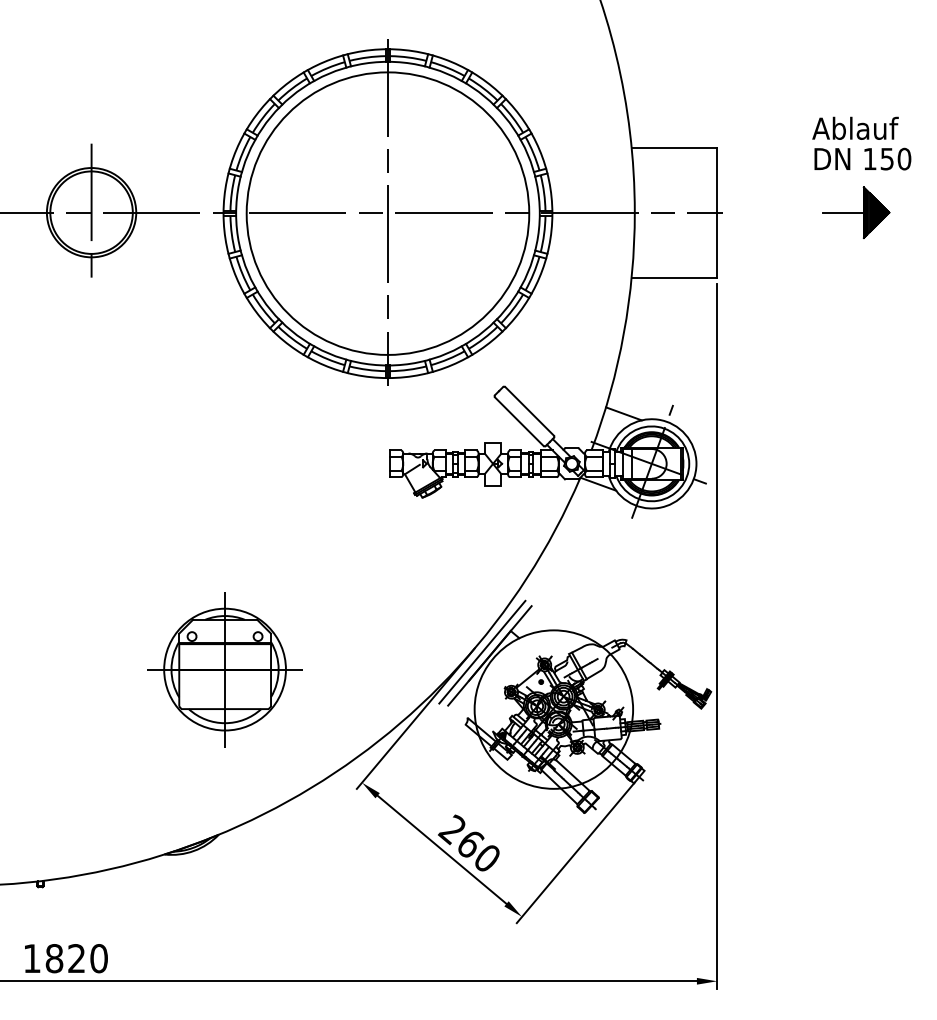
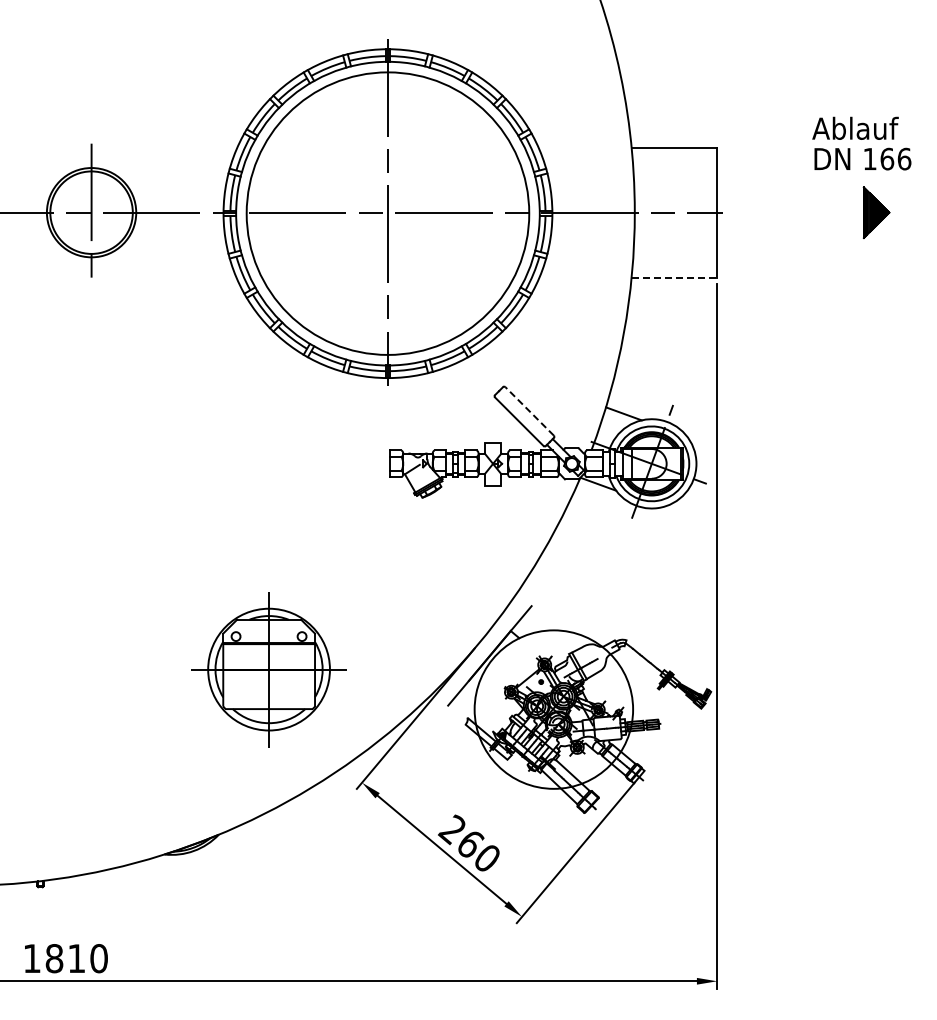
text at (895, 158): 150 -> 166
line at (842, 212): present -> none
line at (674, 277): solid -> dashed
line at (529, 411): solid -> dashed
line at (482, 651): present -> none
part at (224, 669) position: (224, 669) -> (268, 669)
text at (76, 958): 1820 -> 1810
